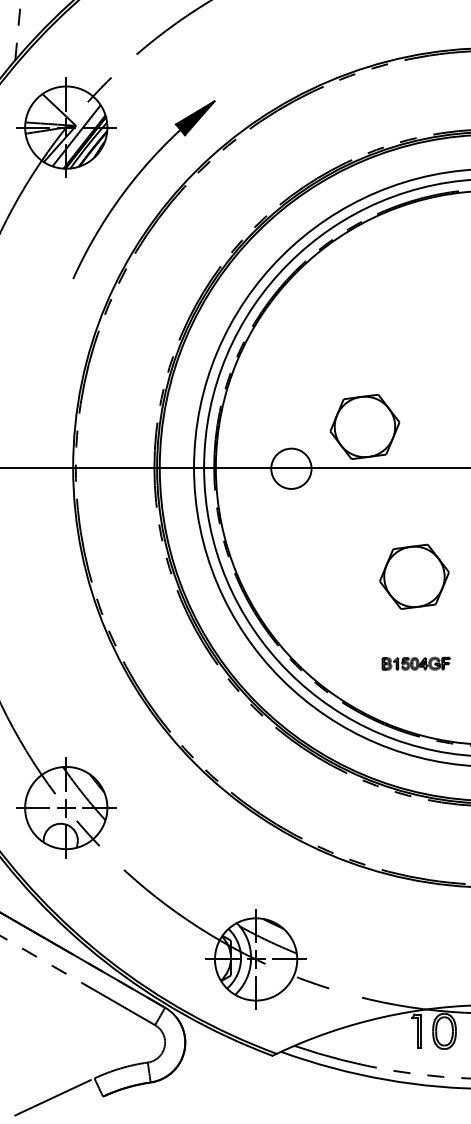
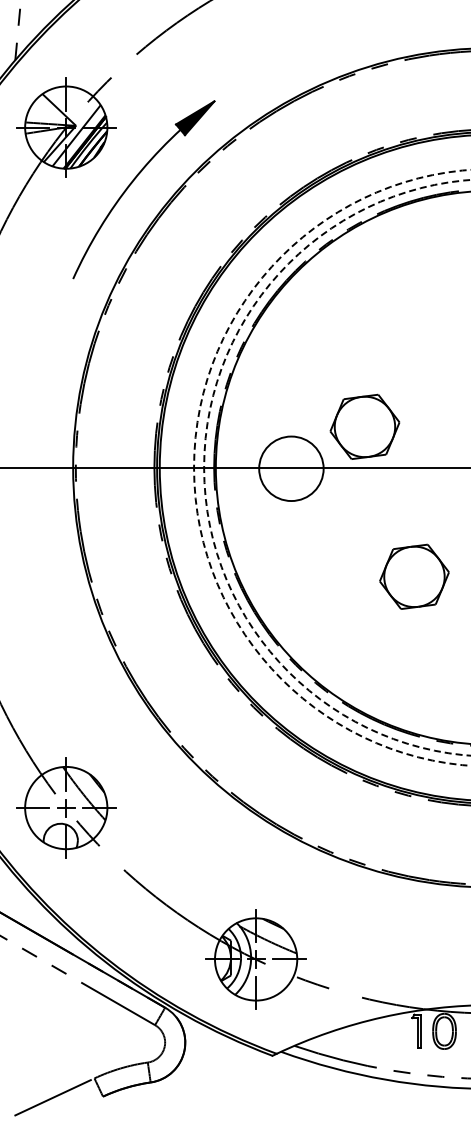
circle at (332, 467): solid -> dashed
circle at (337, 467): solid -> dashed
circle at (291, 468) diameter: 40 px -> 64 px
part at (415, 663): present -> none
